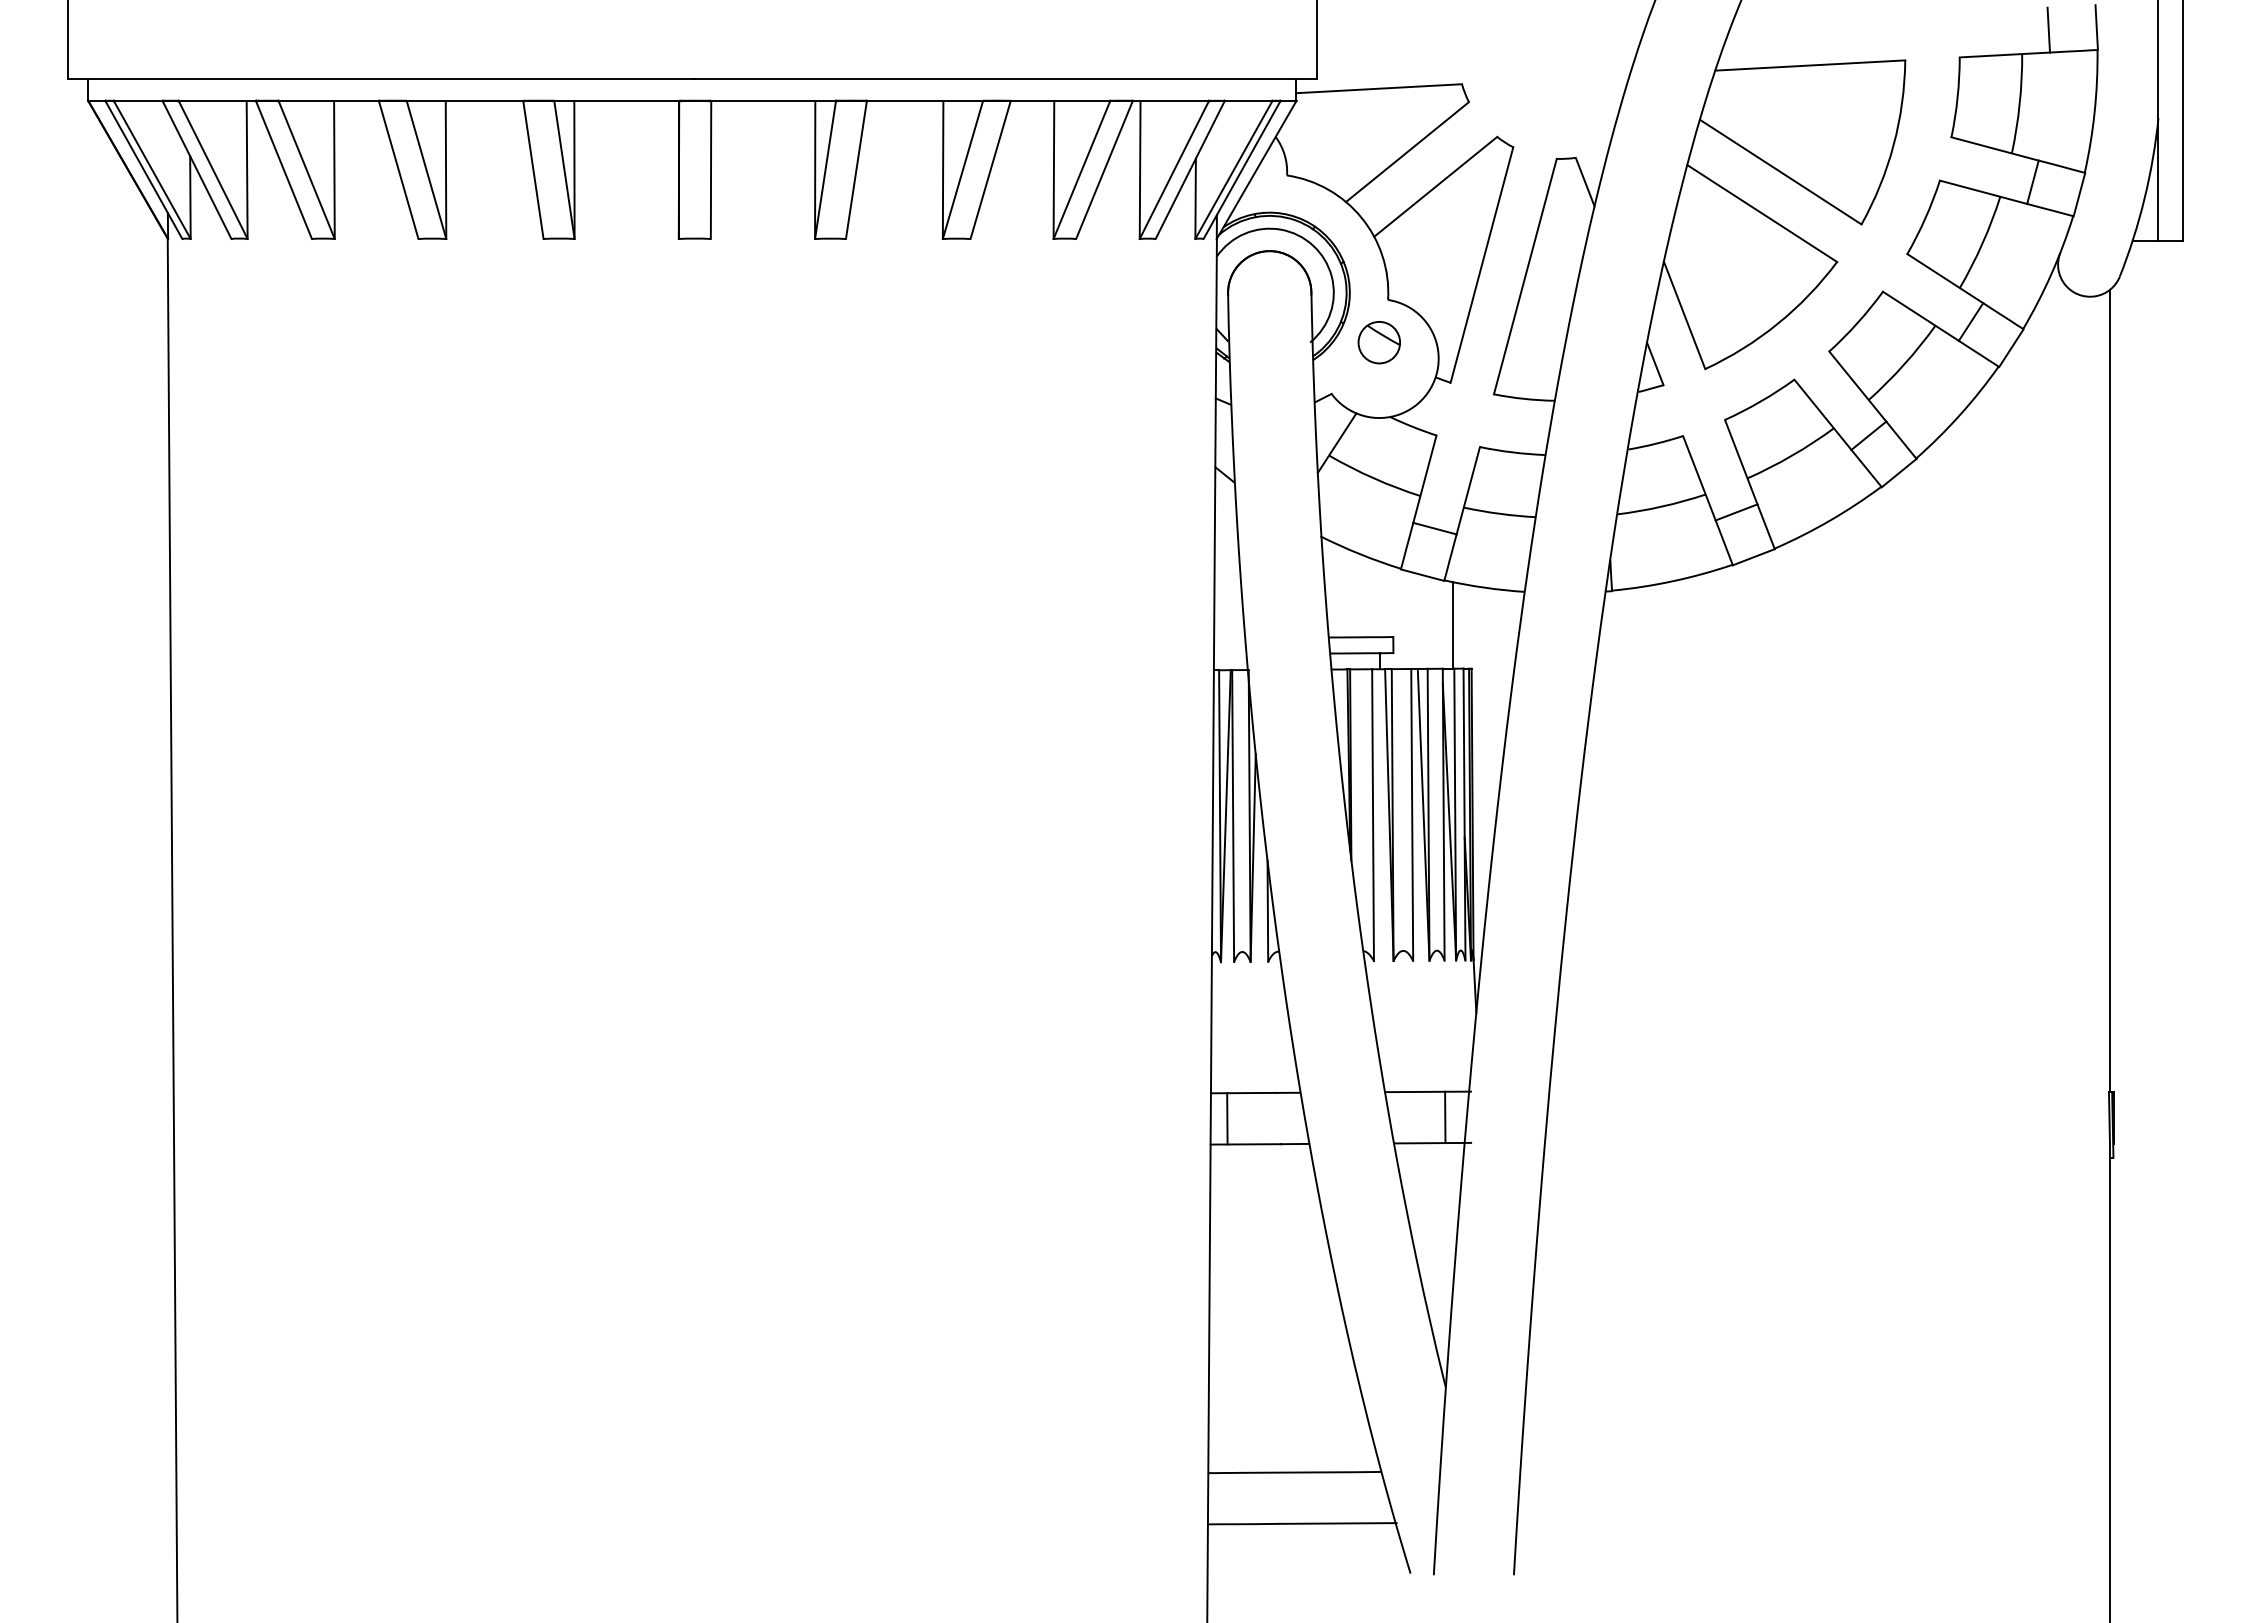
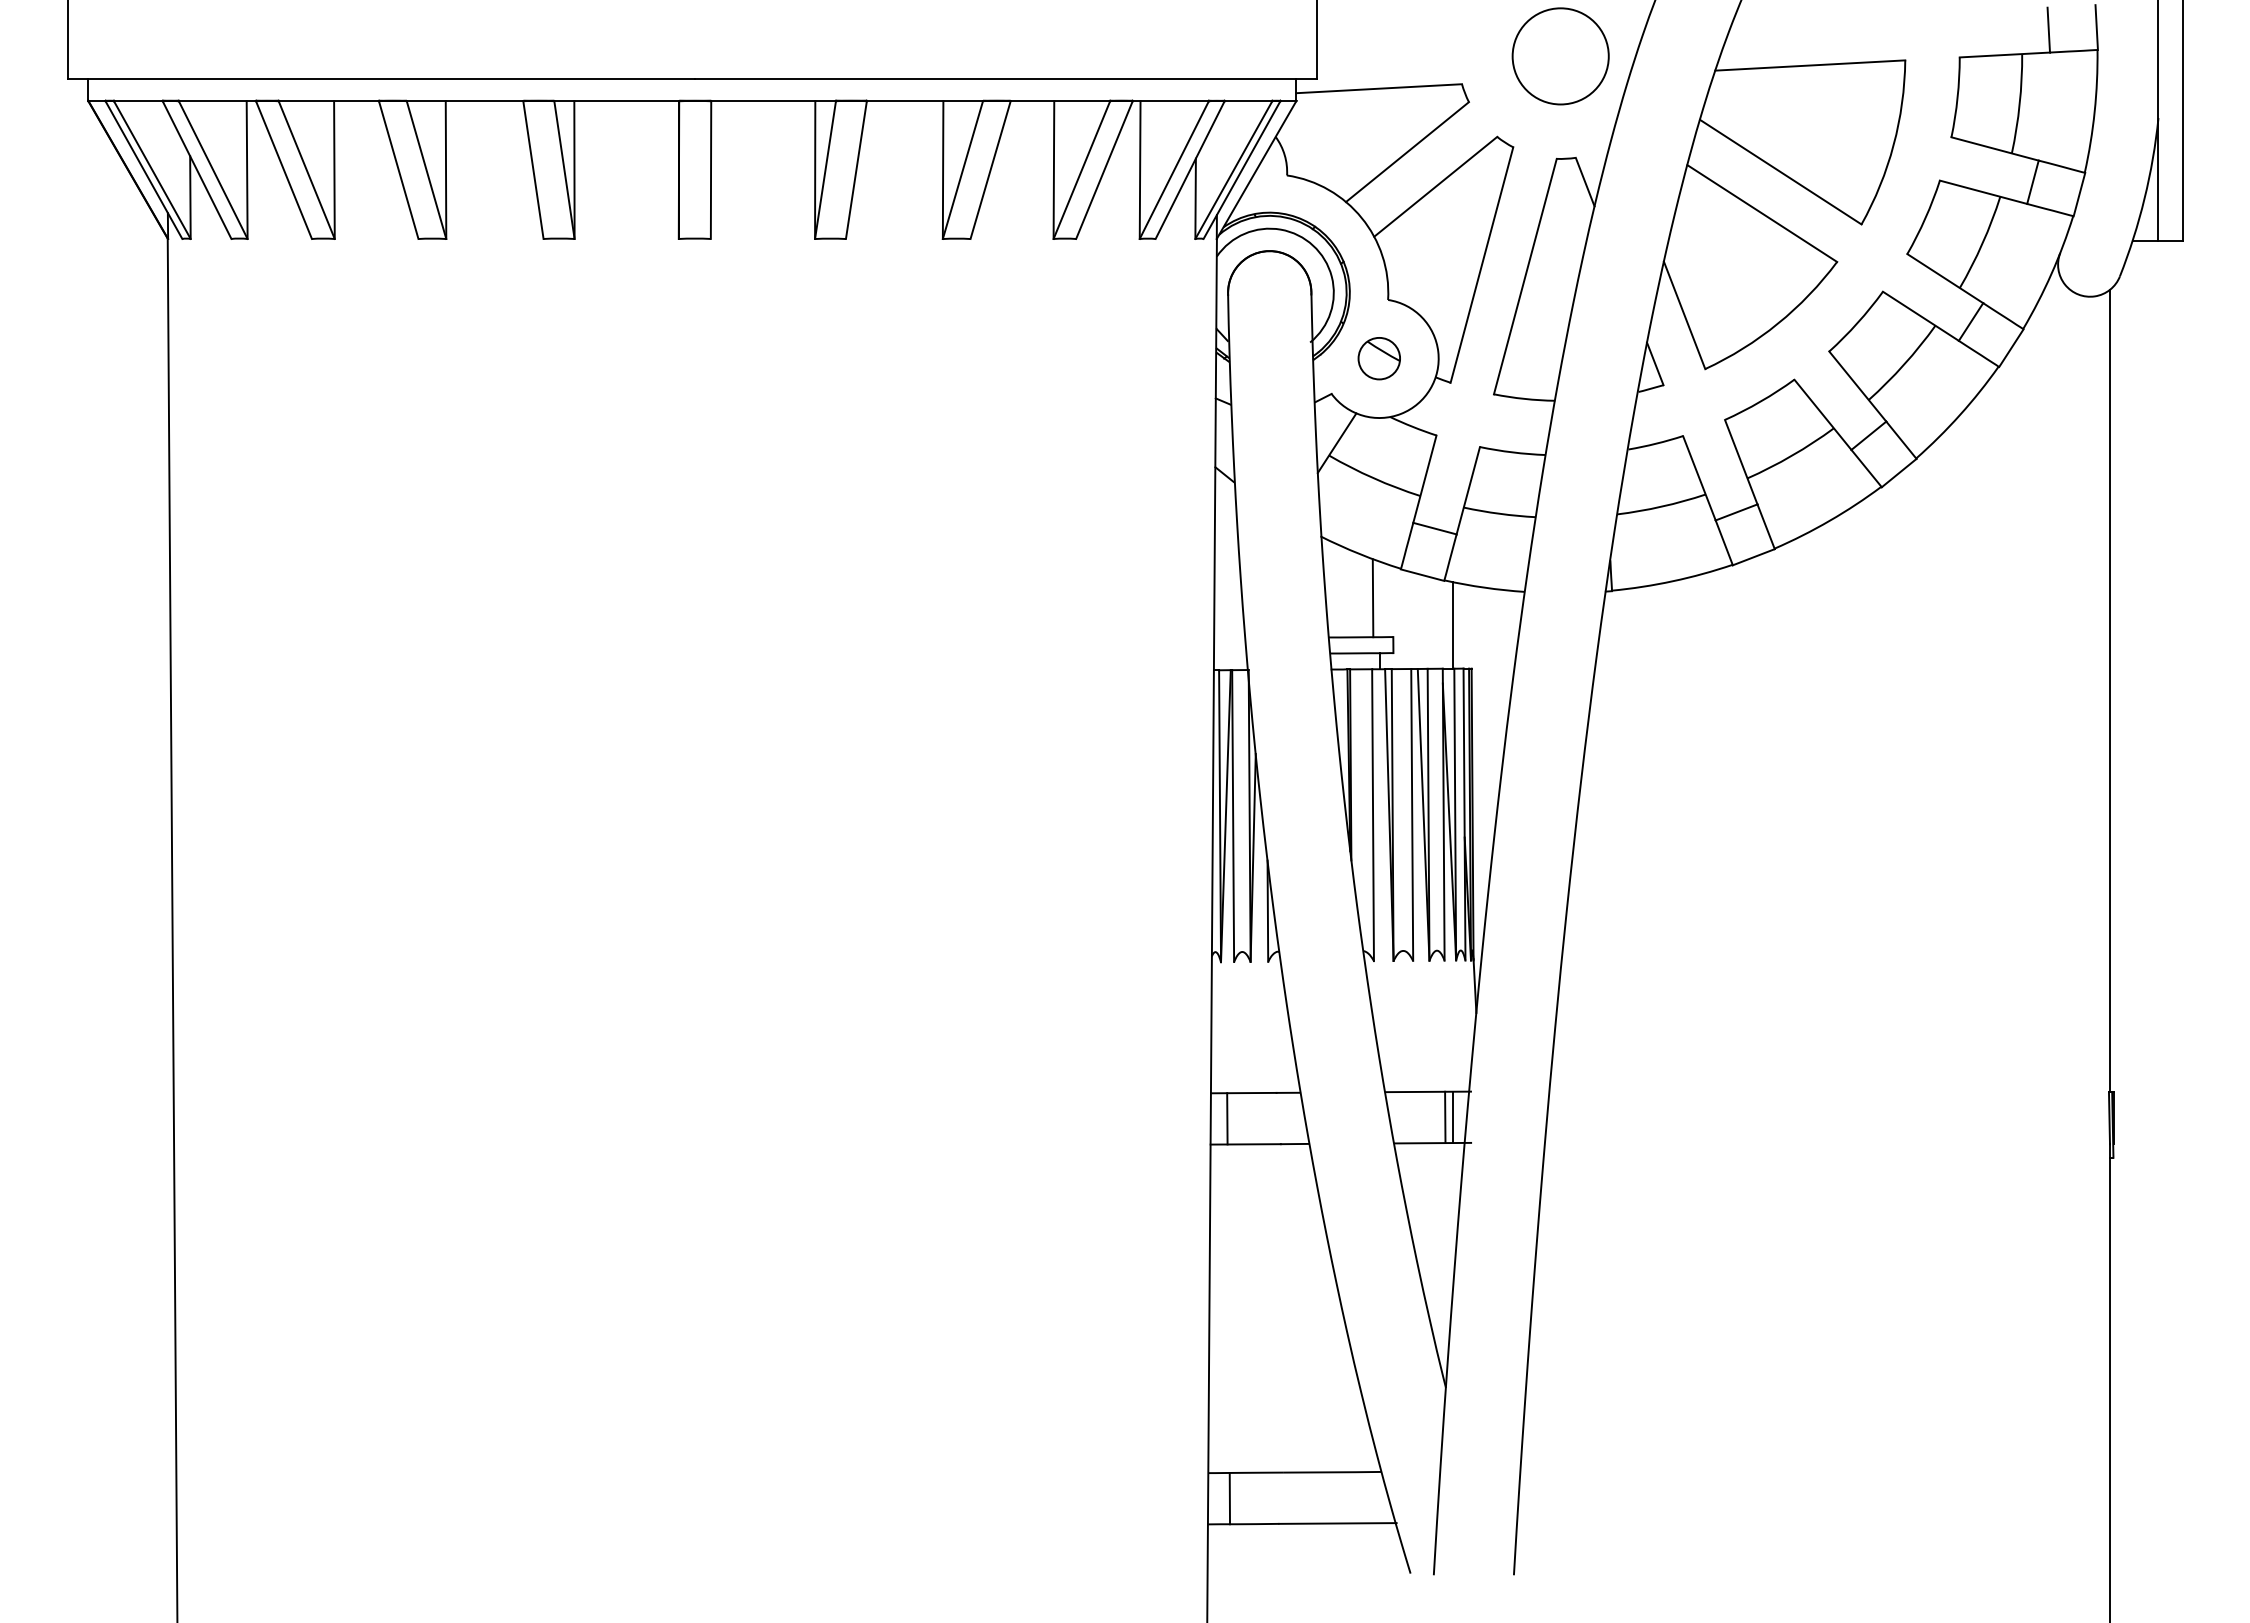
circle at (1560, 56): none -> present
part at (1378, 342) position: (1378, 342) -> (1378, 358)
line at (1372, 598): none -> present
line at (1453, 1117): none -> present
line at (1229, 1498): none -> present
